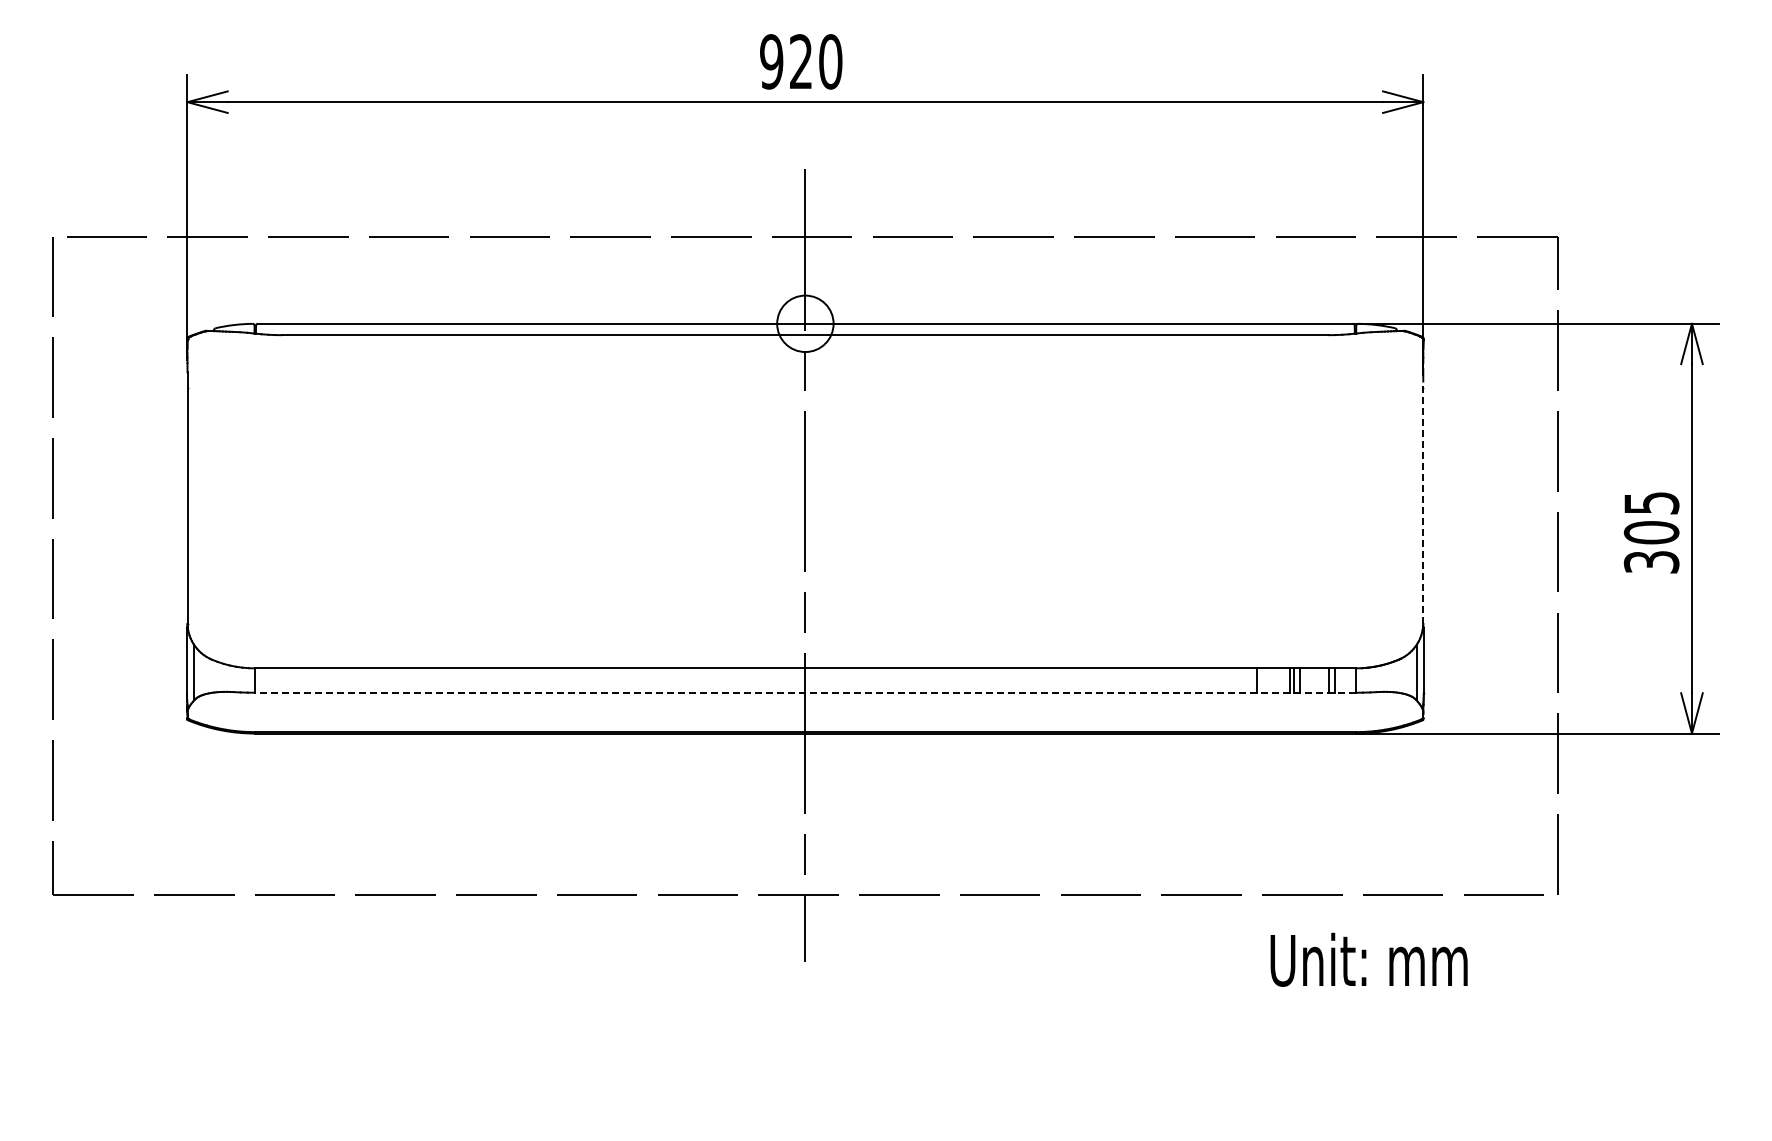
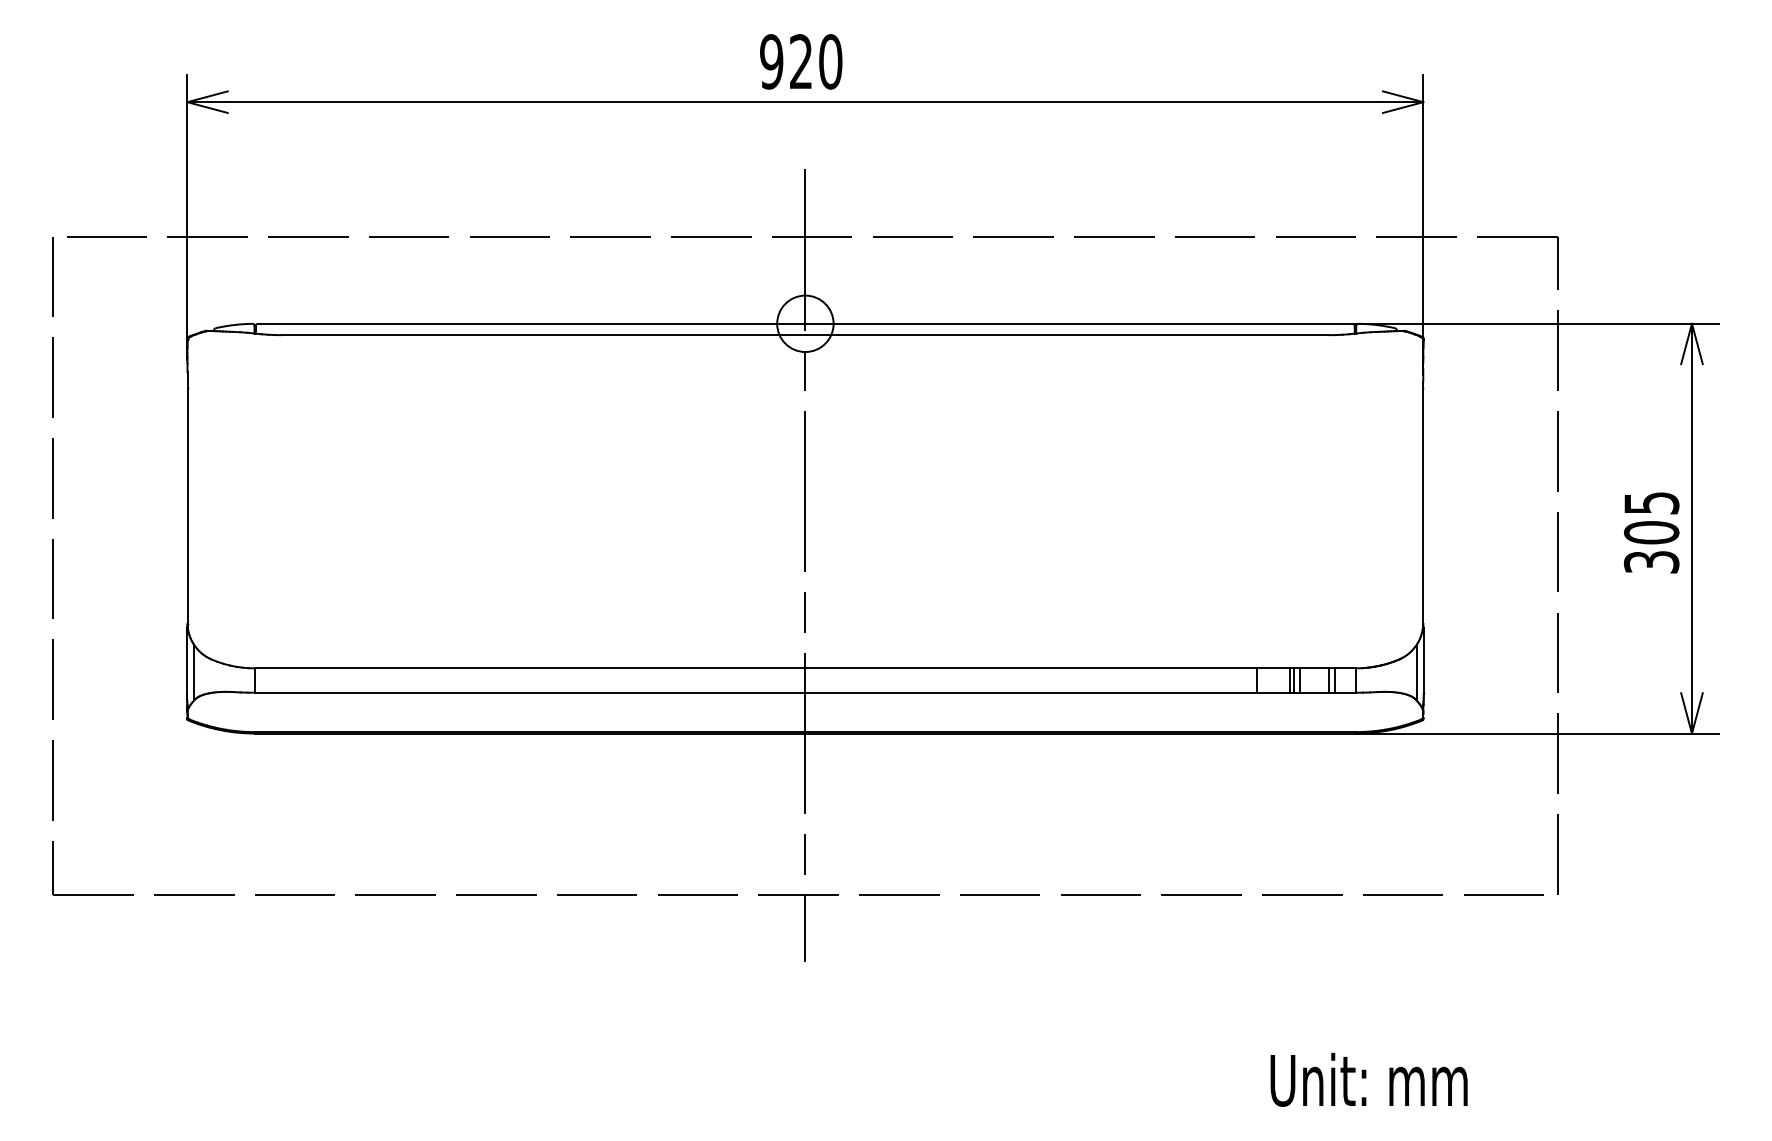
line at (1423, 502): dashed -> solid
line at (805, 692): dashed -> solid
text at (1368, 959) position: (1368, 959) -> (1368, 1079)
